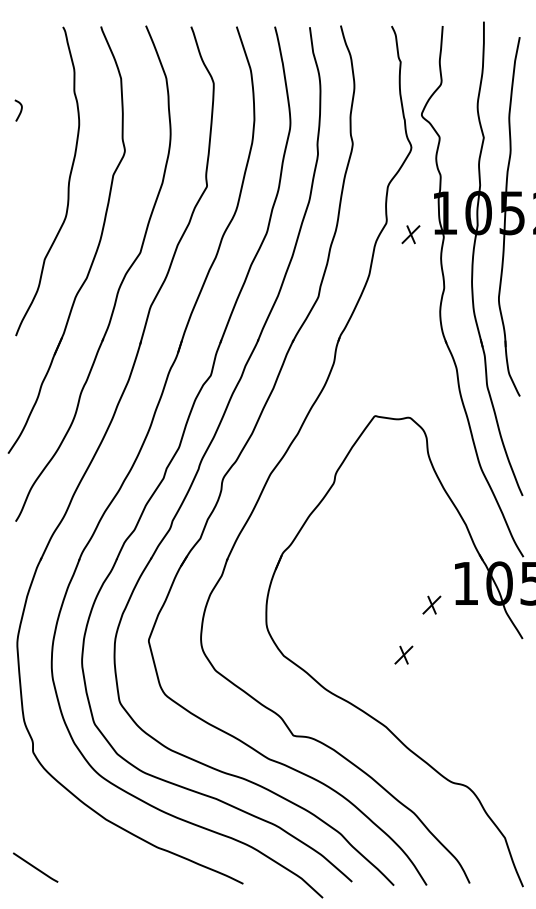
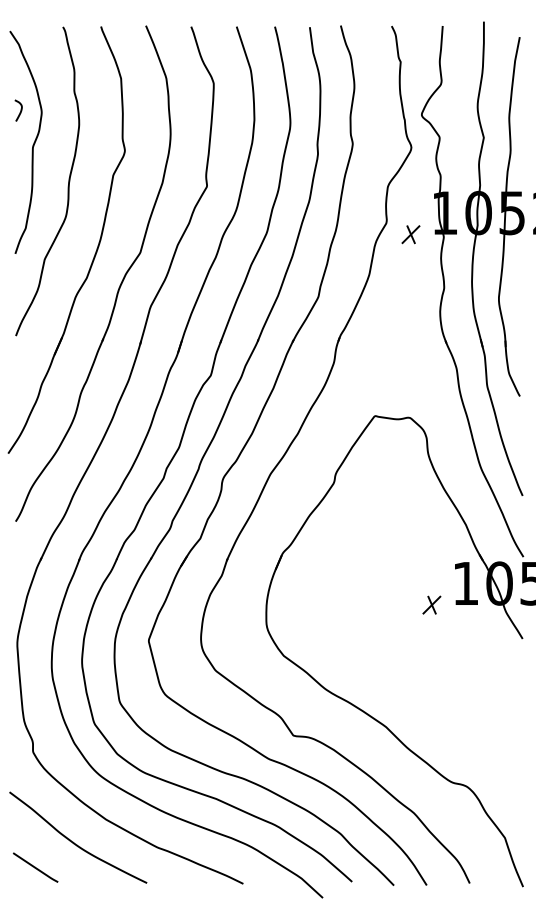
curve at (33, 142): none -> present
part at (403, 654): present -> none
curve at (73, 841): none -> present
